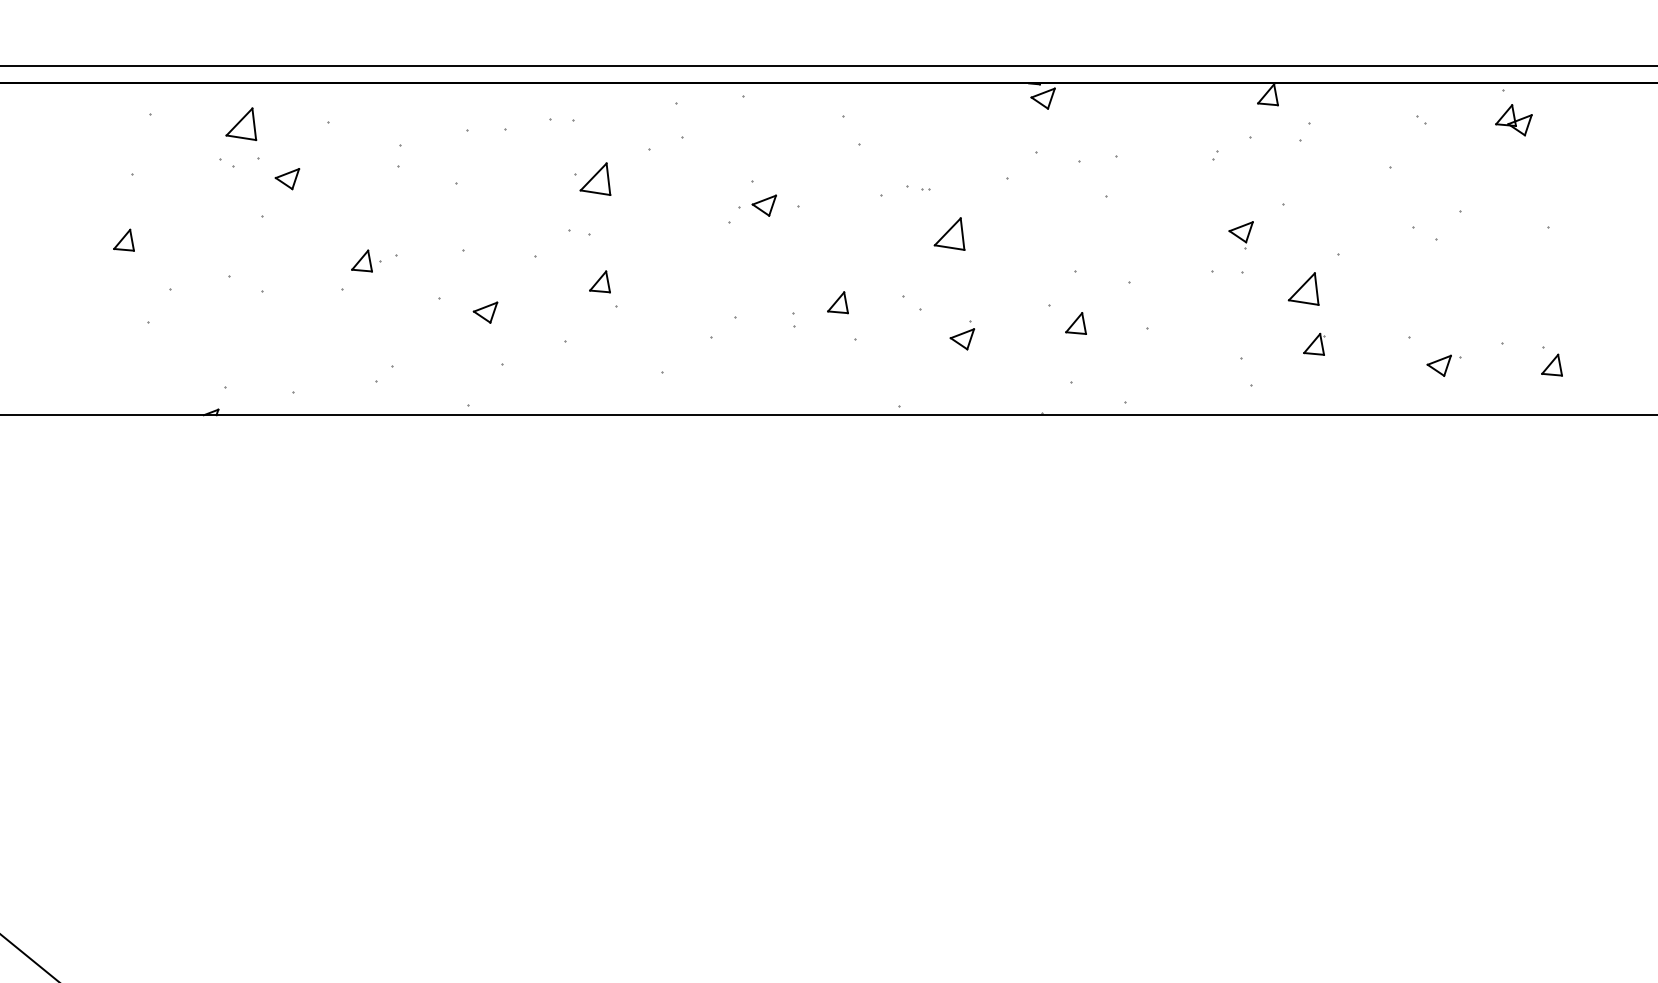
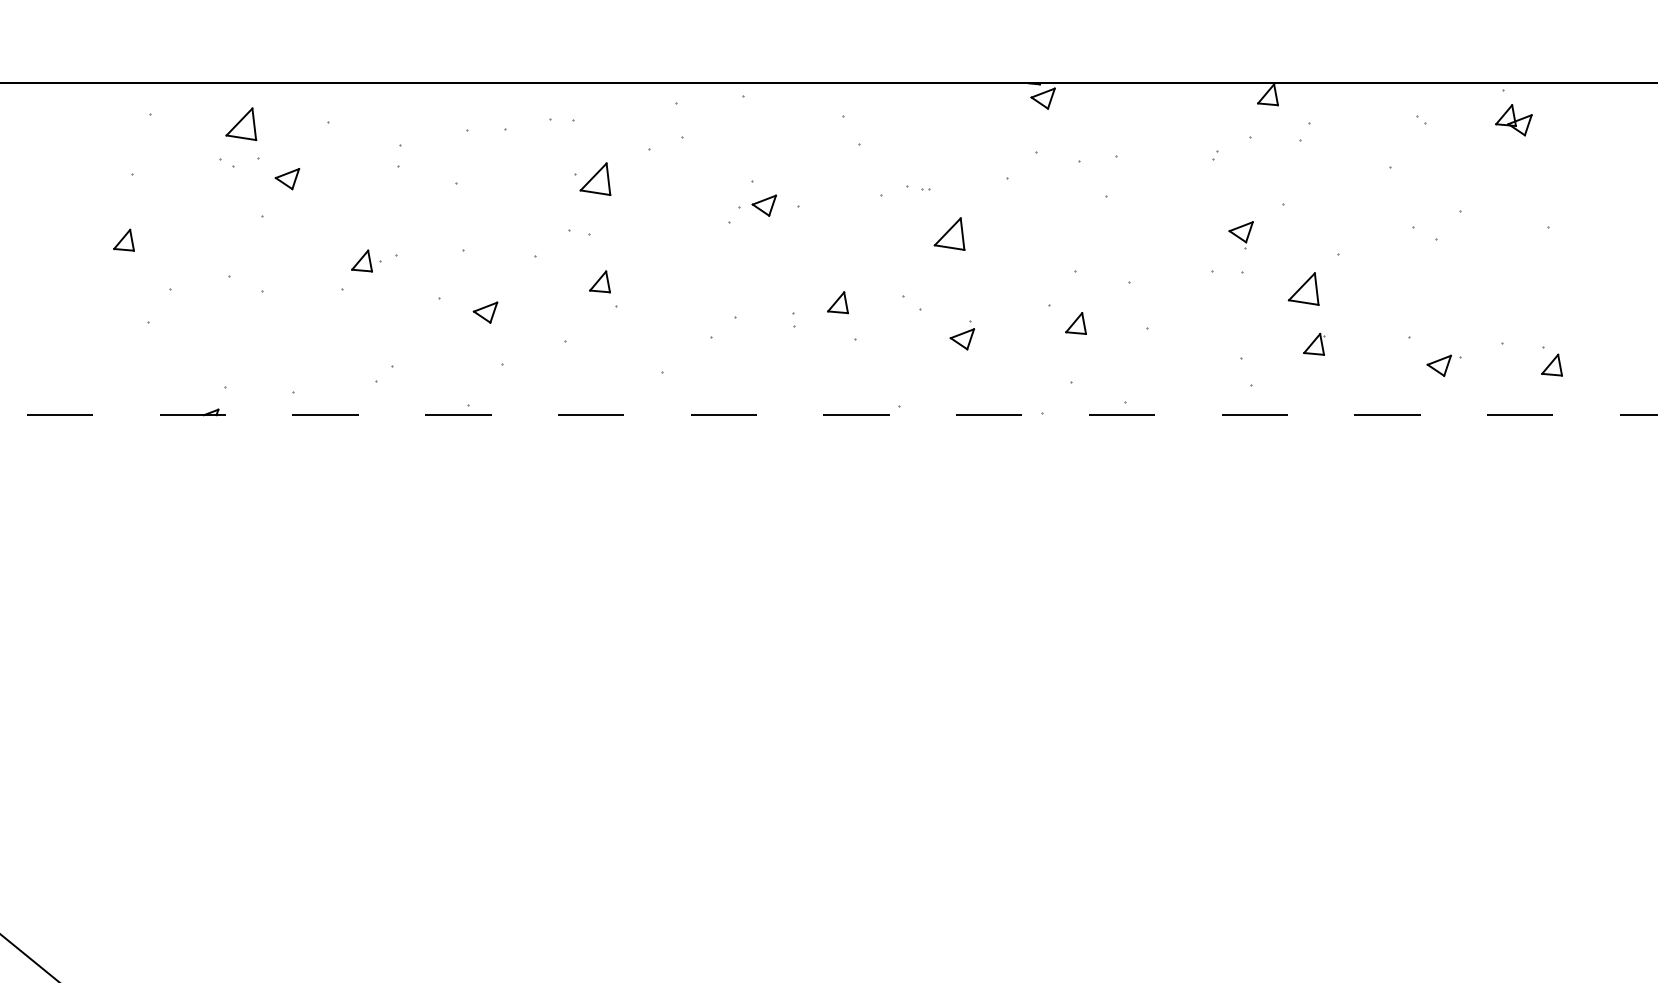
line at (828, 65): present -> none
line at (829, 415): solid -> dashed
